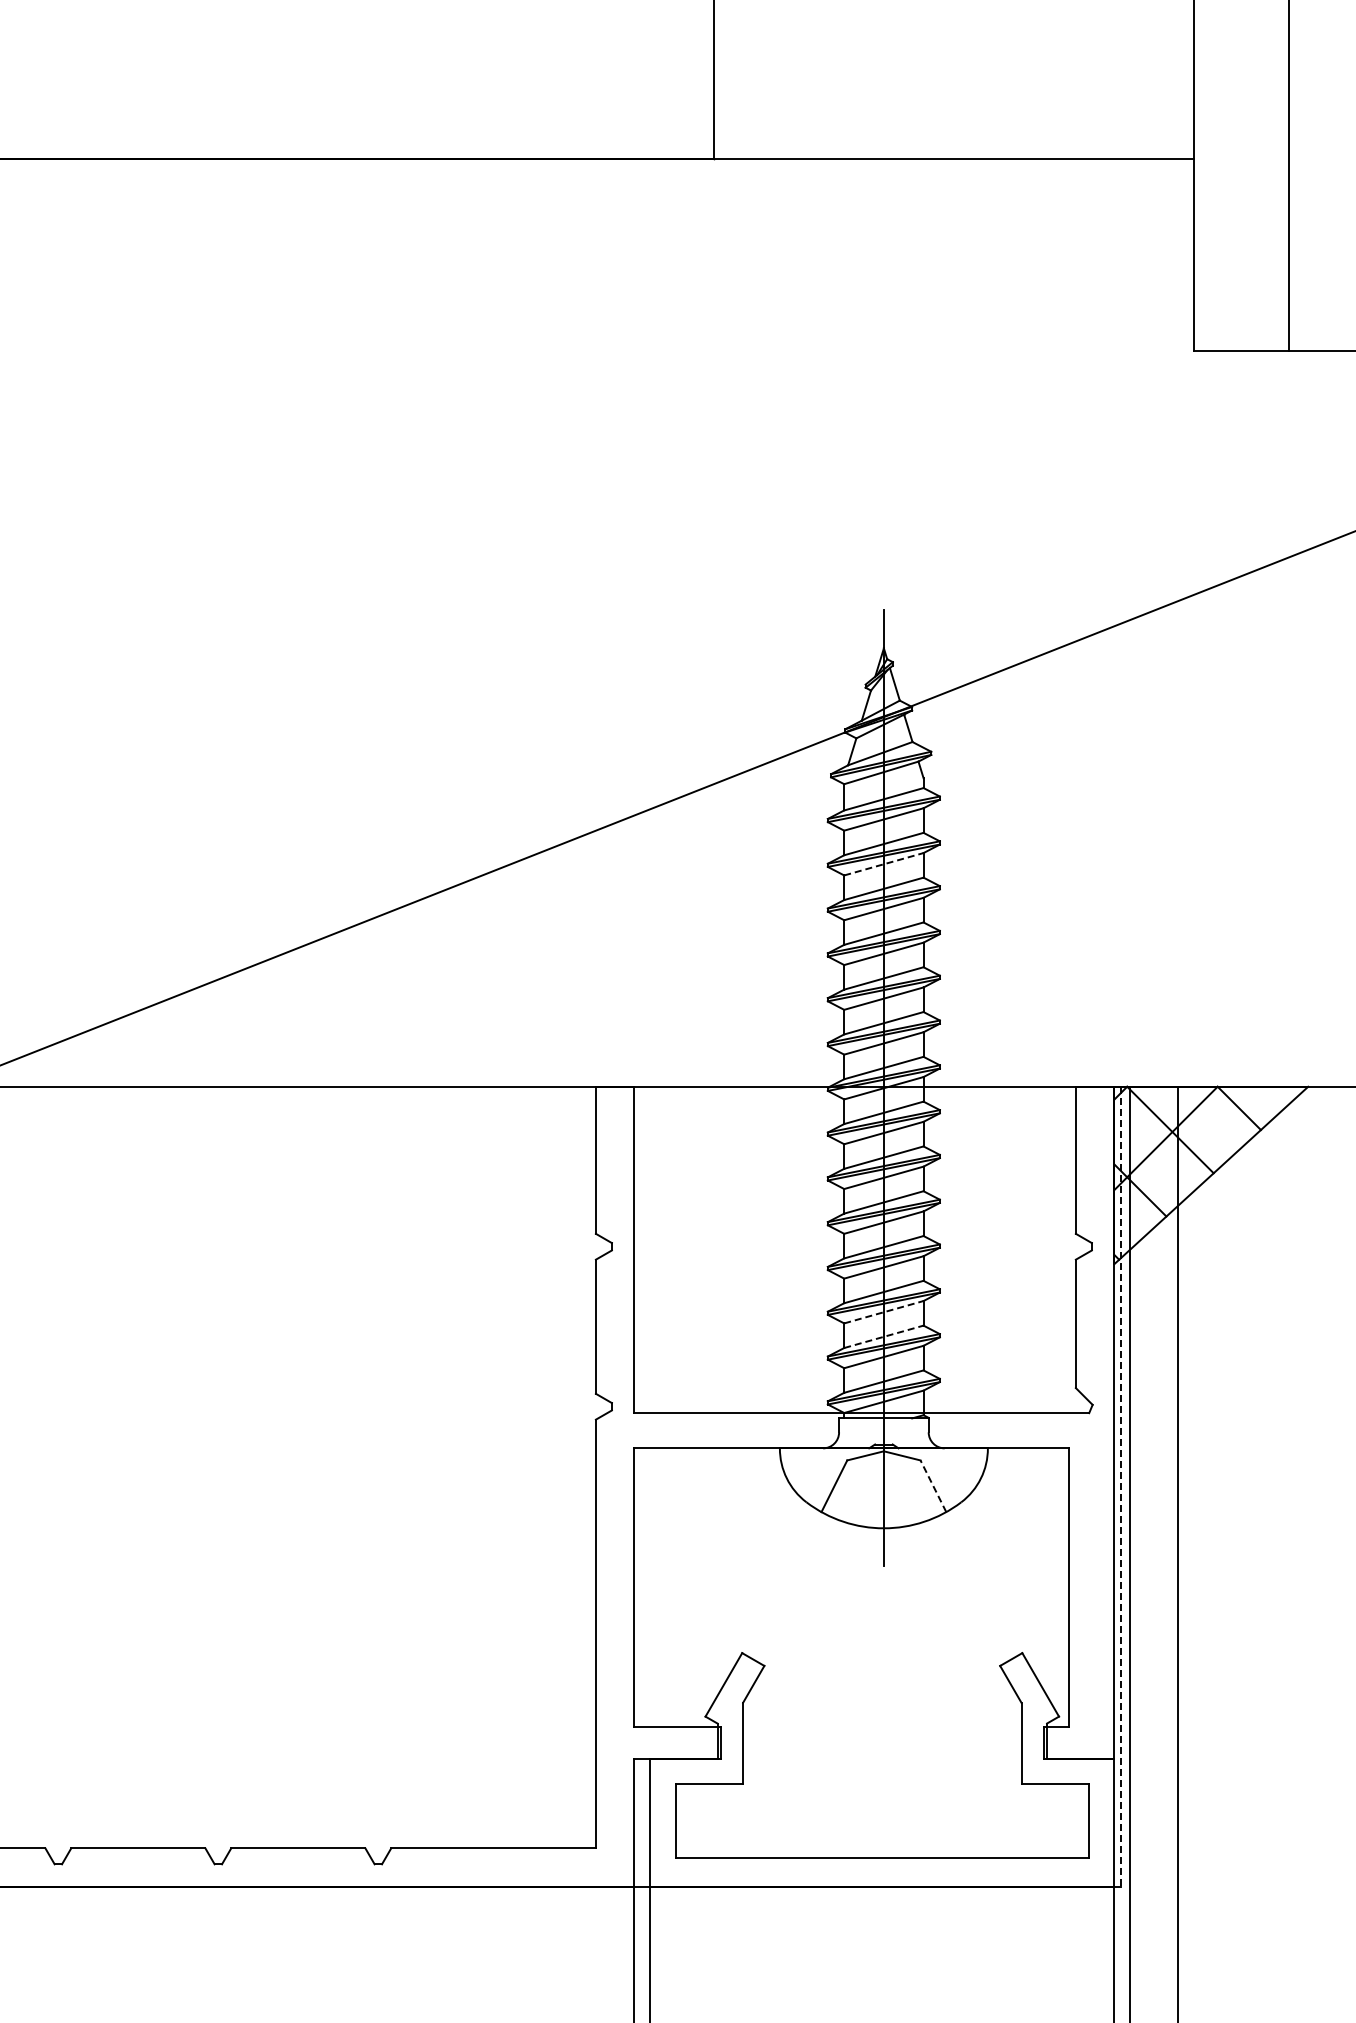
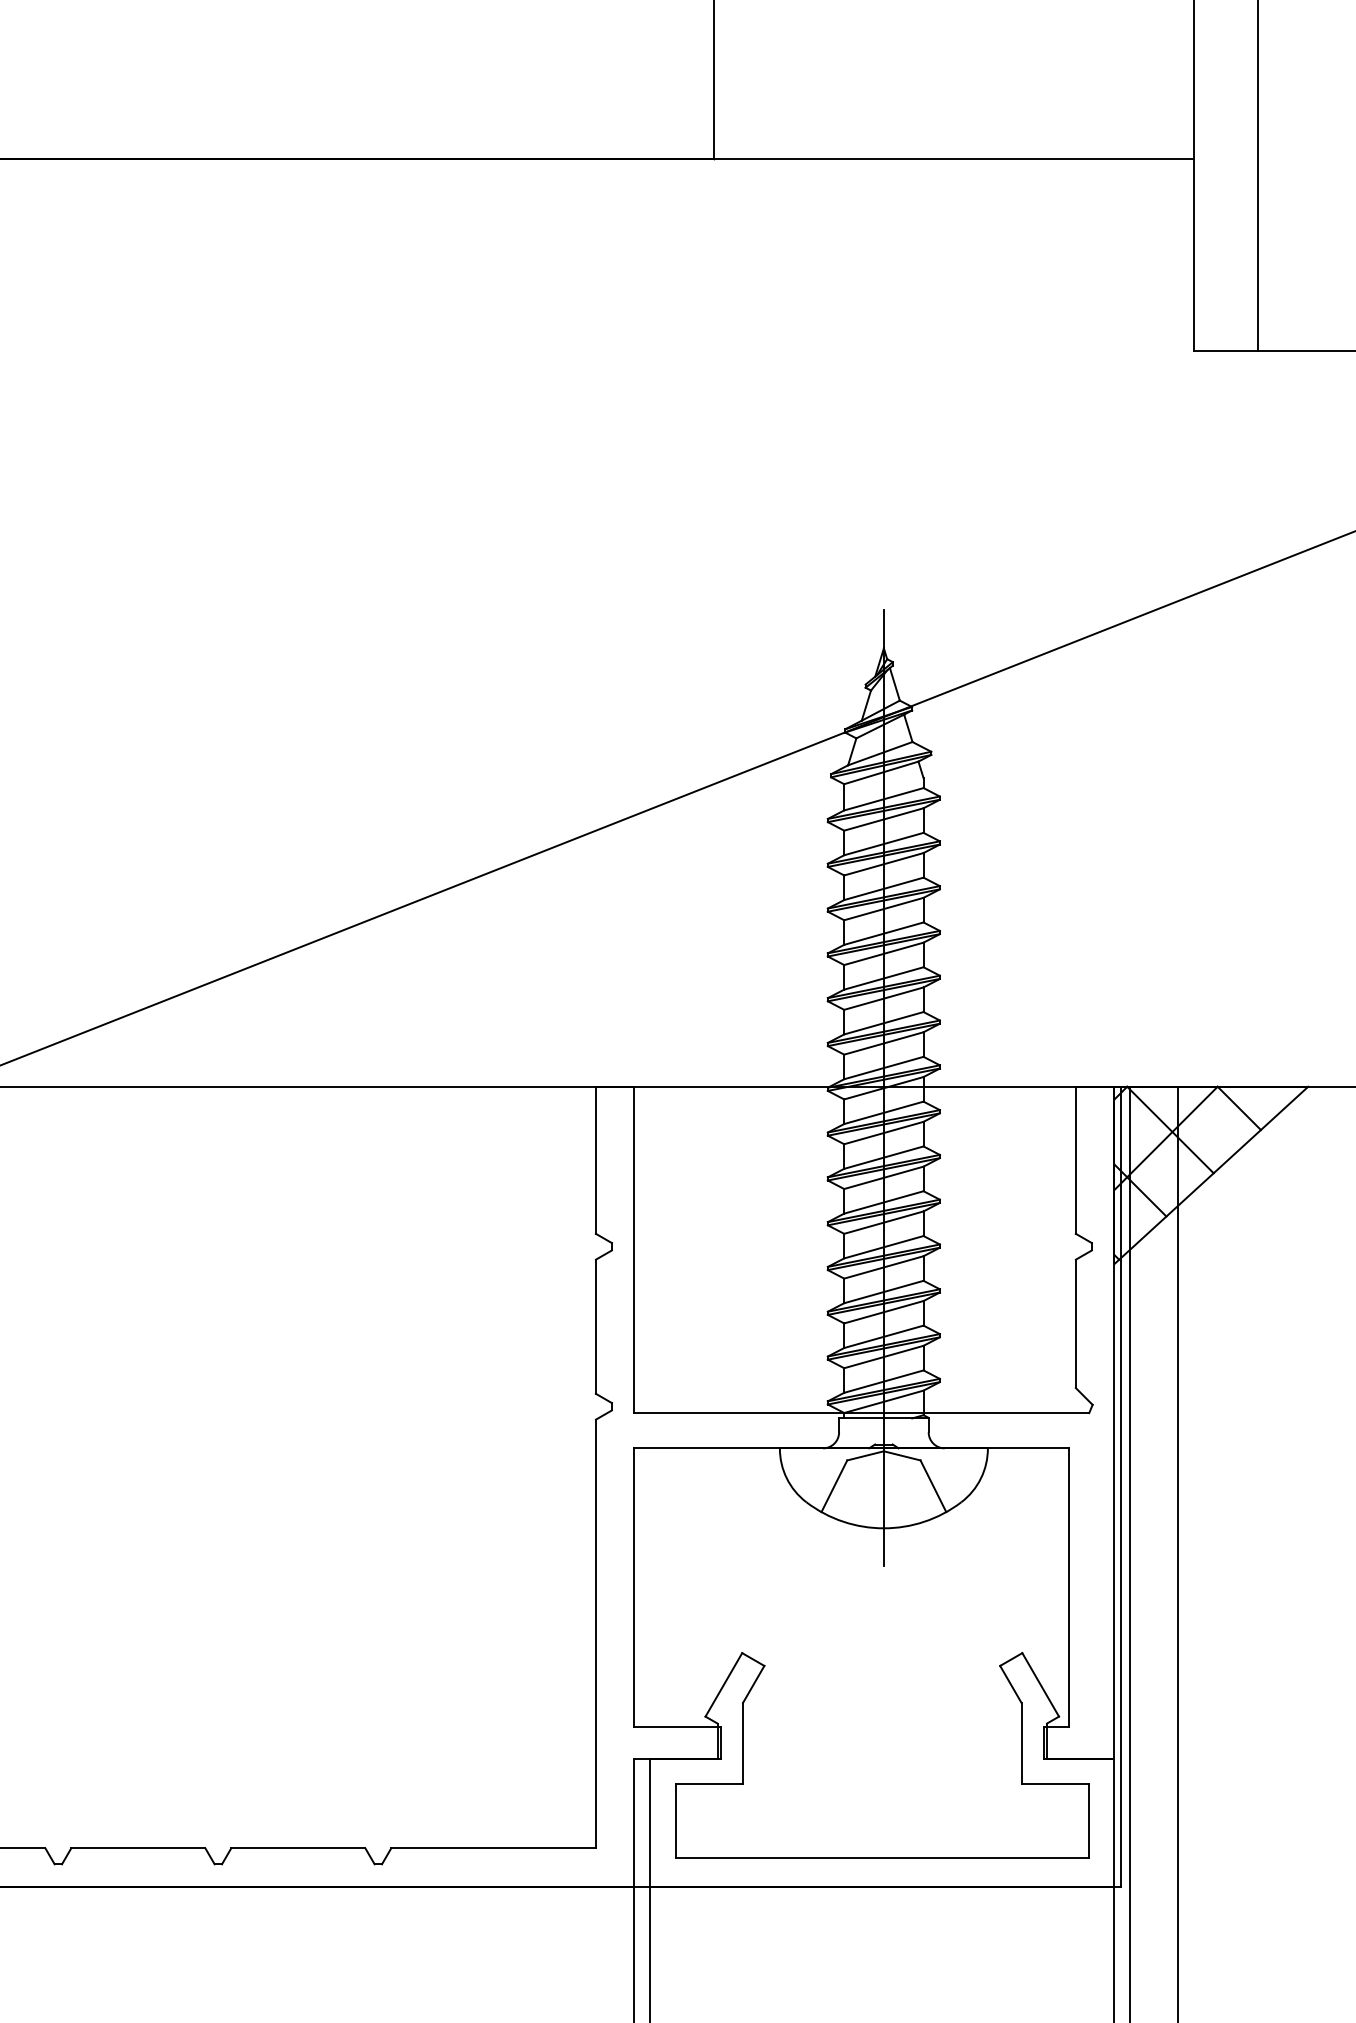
line at (1289, 176) position: (1289, 176) -> (1258, 176)
line at (884, 864): dashed -> solid
line at (884, 1312): dashed -> solid
line at (884, 1336): dashed -> solid
line at (933, 1486): dashed -> solid
line at (1120, 1486): dashed -> solid
